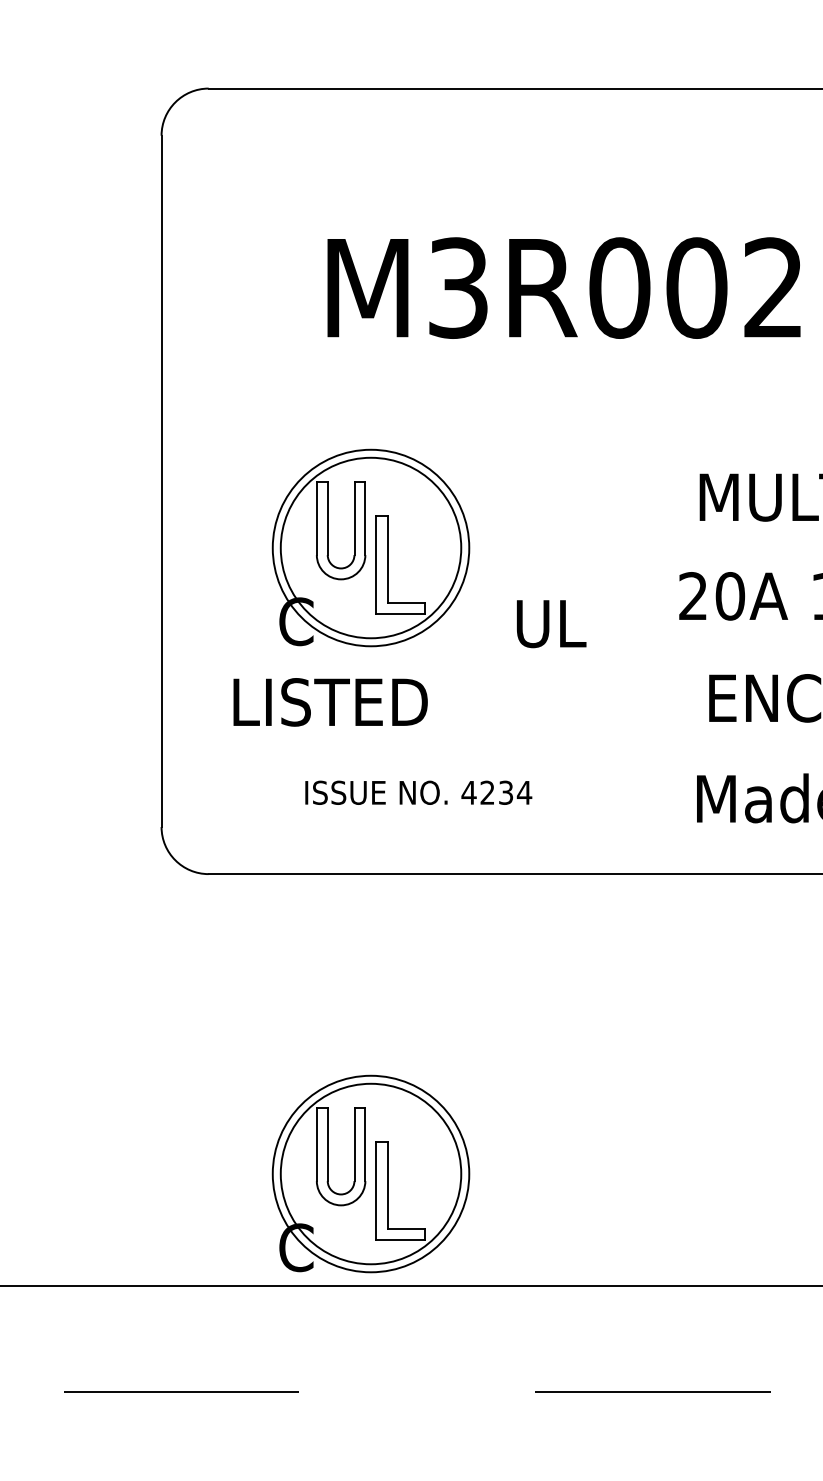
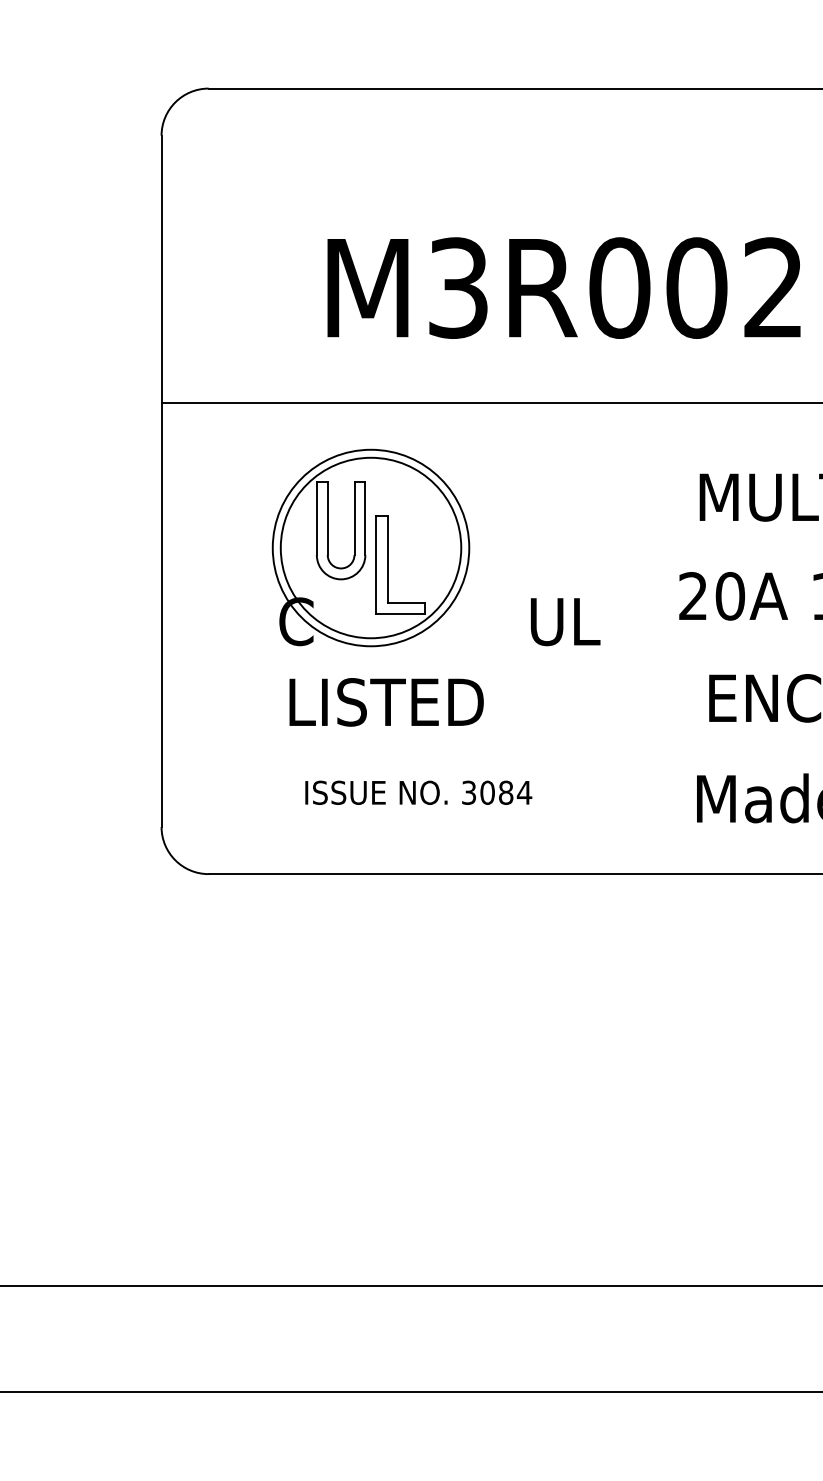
line at (490, 402): none -> present
text at (551, 624) position: (551, 624) -> (565, 622)
text at (330, 702) position: (330, 702) -> (386, 702)
text at (487, 792): 4234 -> 3084
part at (370, 1173): present -> none
line at (411, 1392): dashed -> solid
